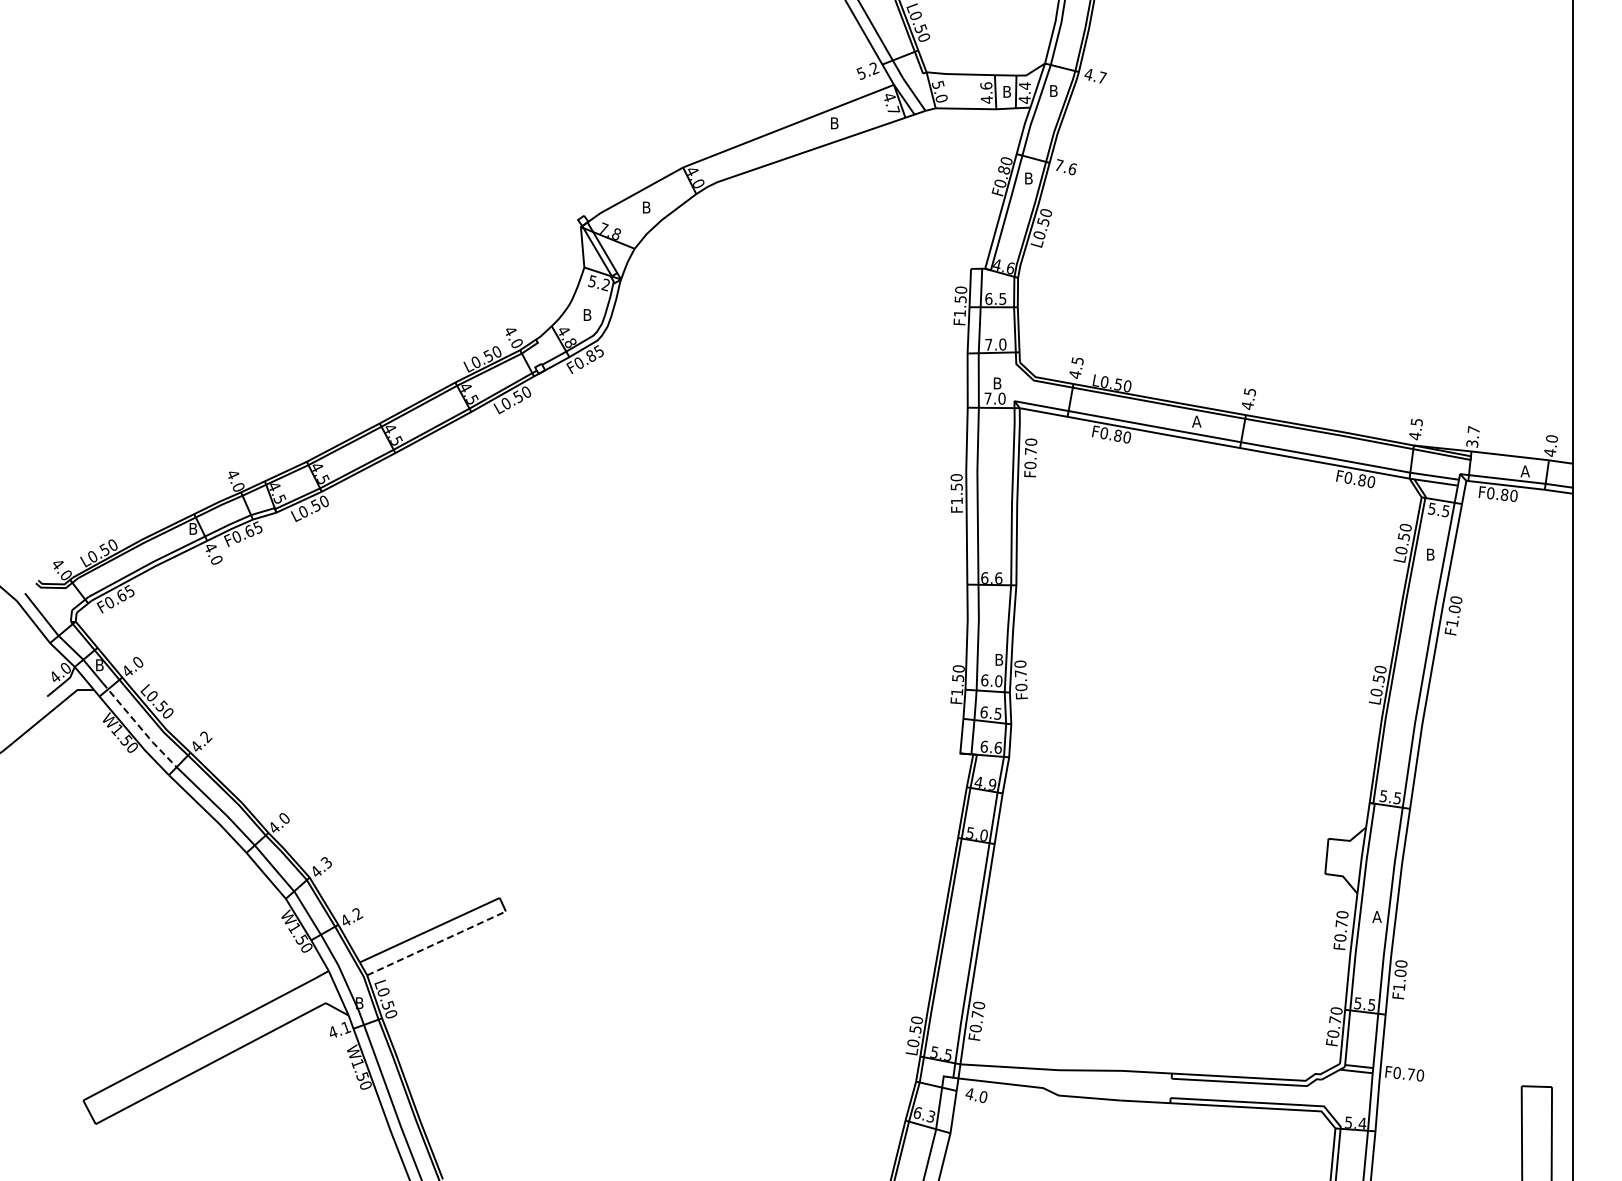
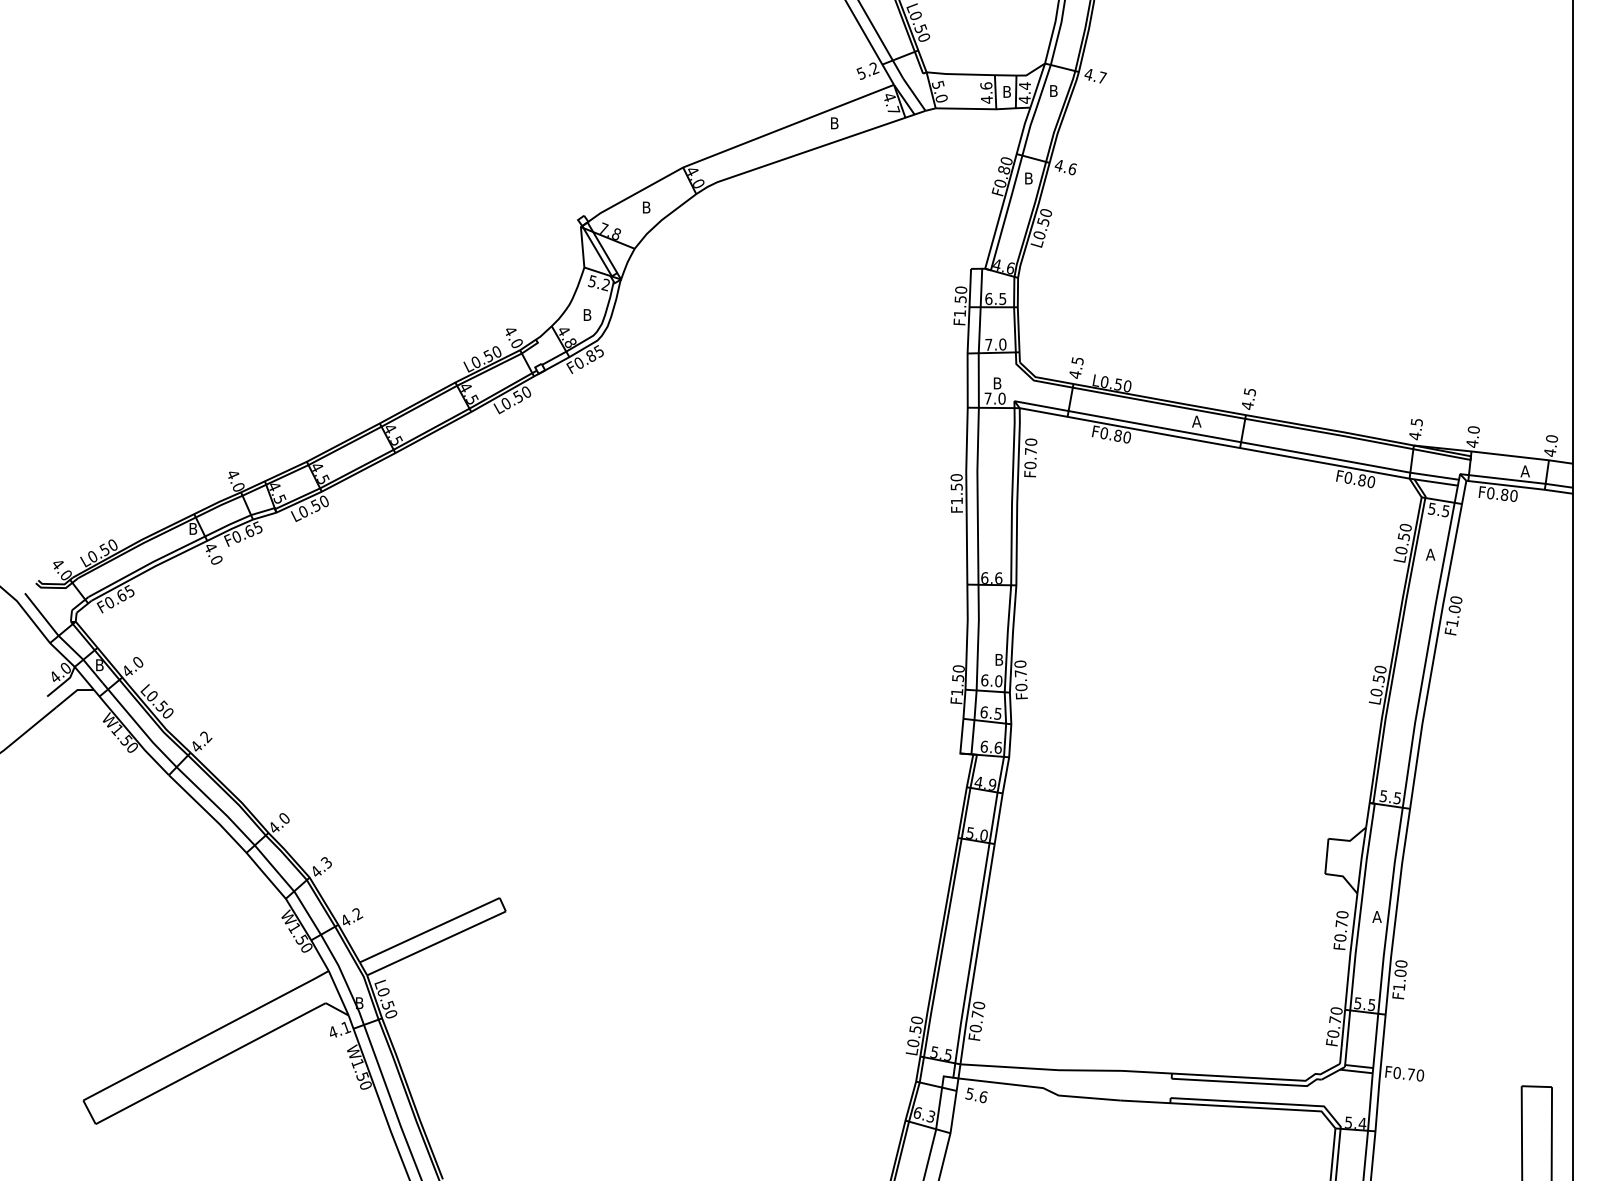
text at (1058, 165): 7.6 -> 4.6
text at (1472, 436): 3.7 -> 4.0
text at (1430, 554): B -> A
line at (139, 726): dashed -> solid
line at (437, 943): dashed -> solid
text at (976, 1095): 4.0 -> 5.6
